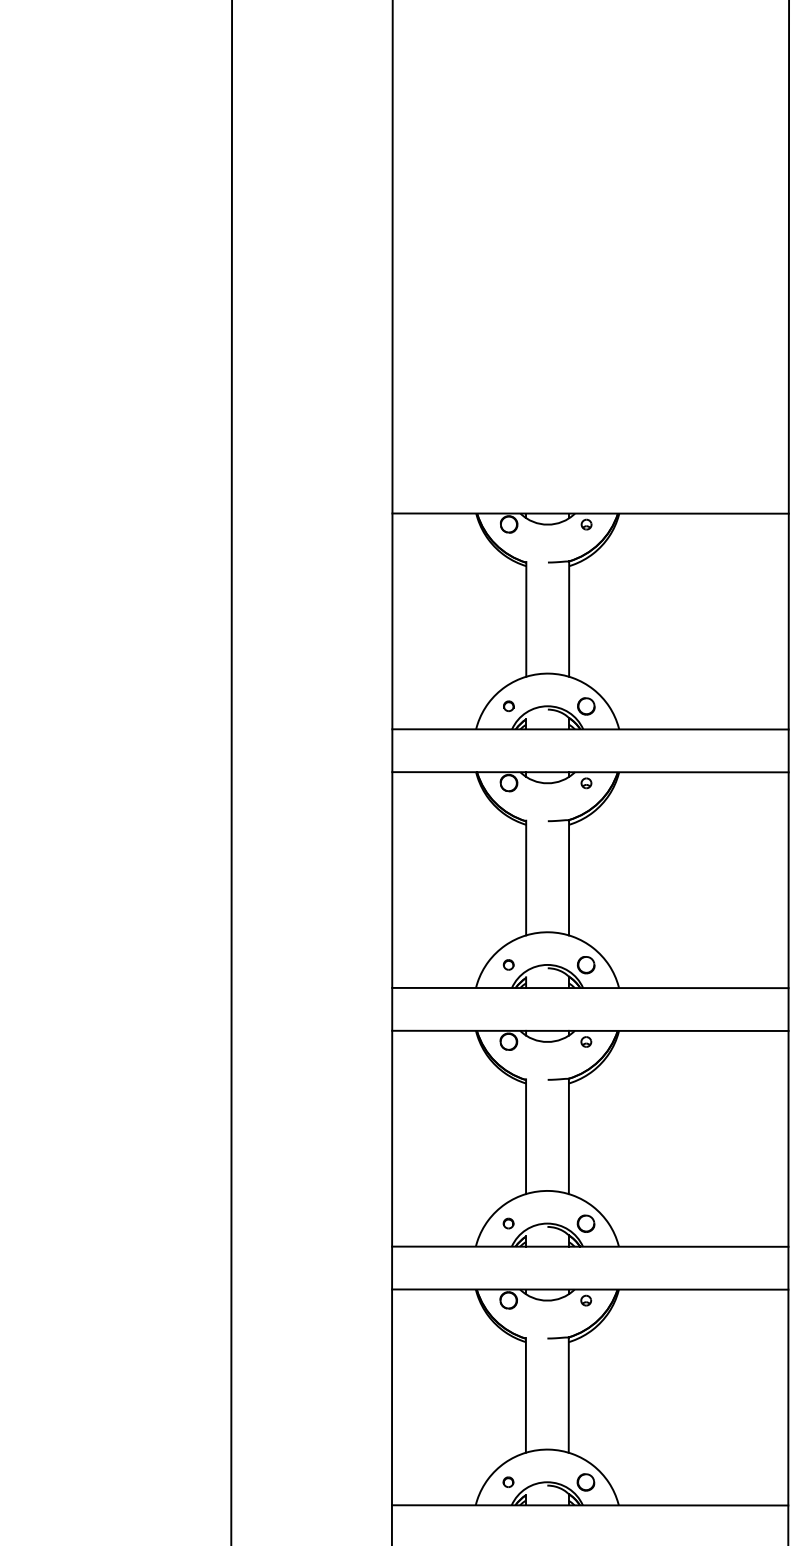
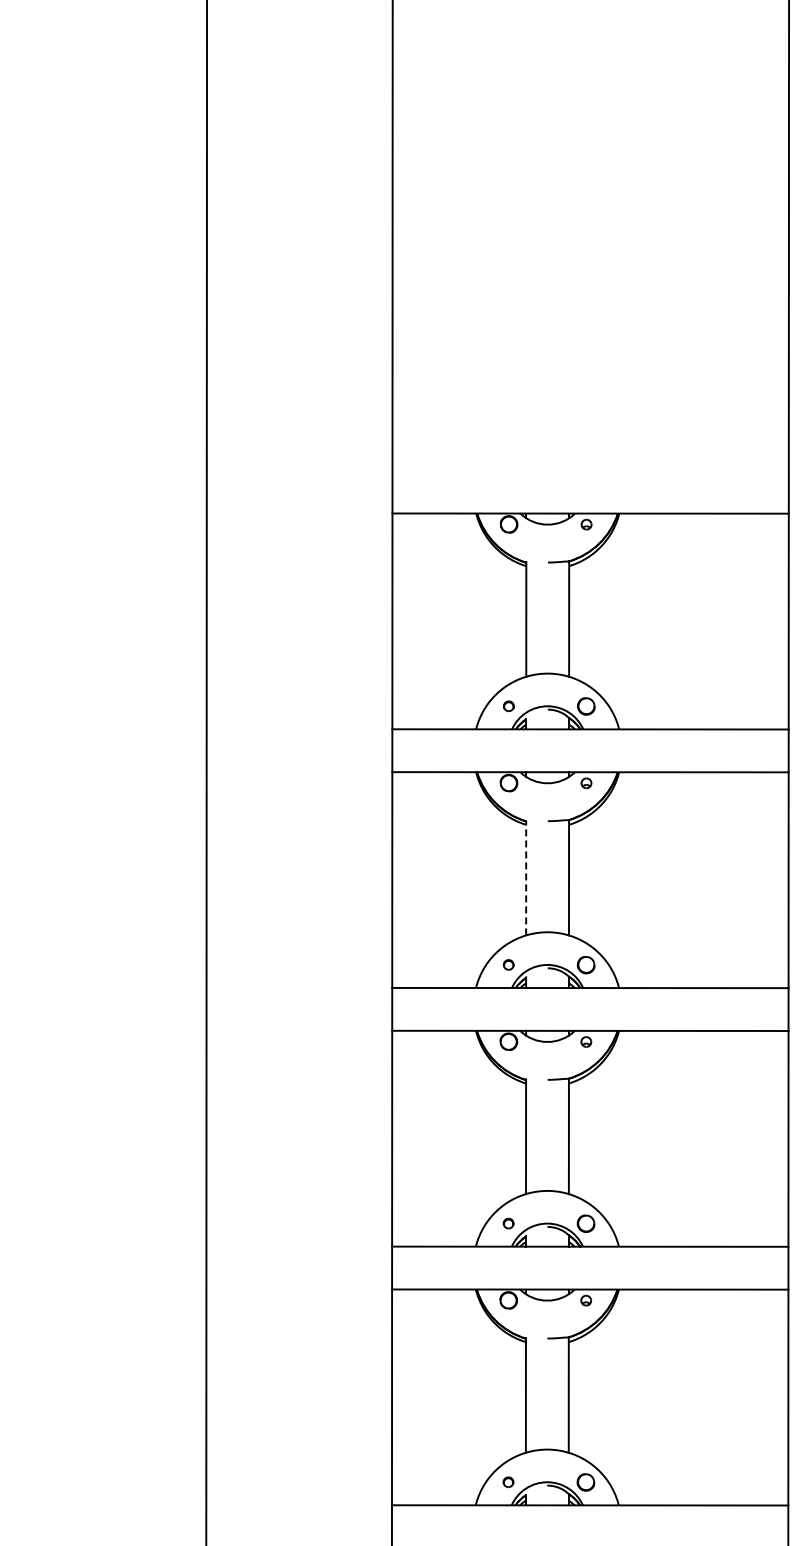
line at (231, 772) position: (231, 772) -> (206, 772)
line at (526, 877): solid -> dashed
